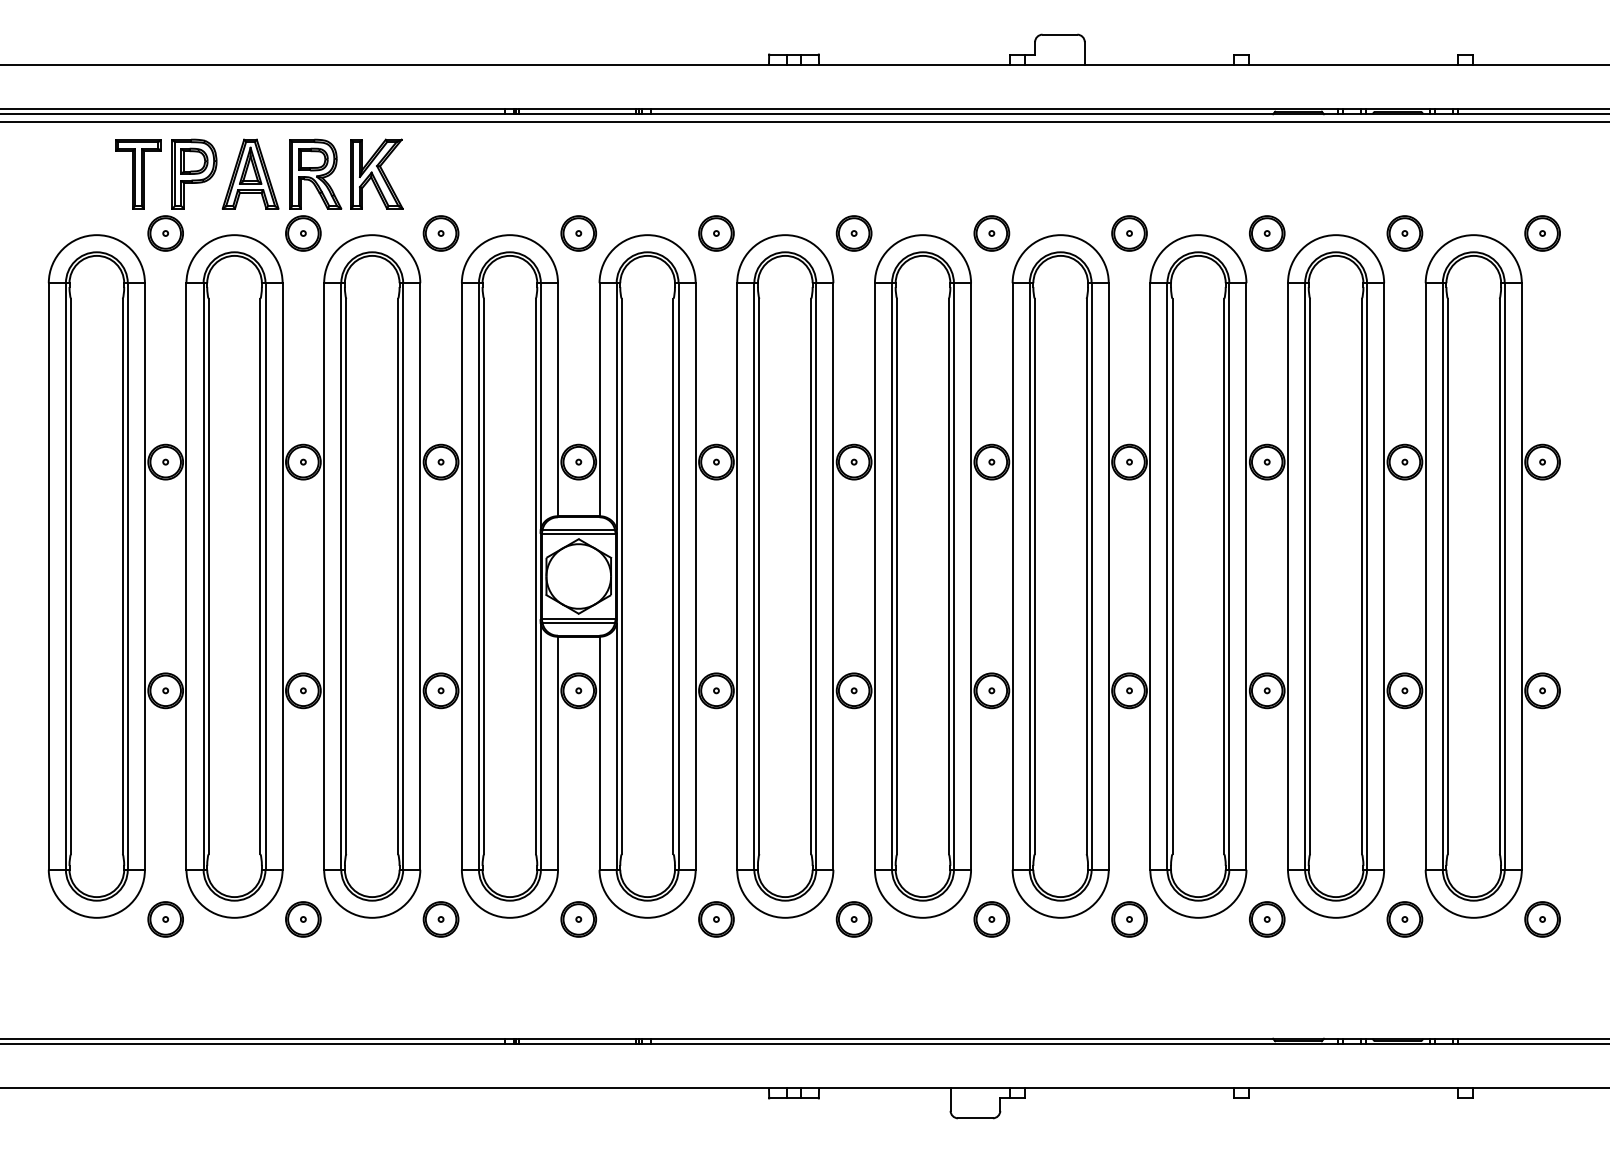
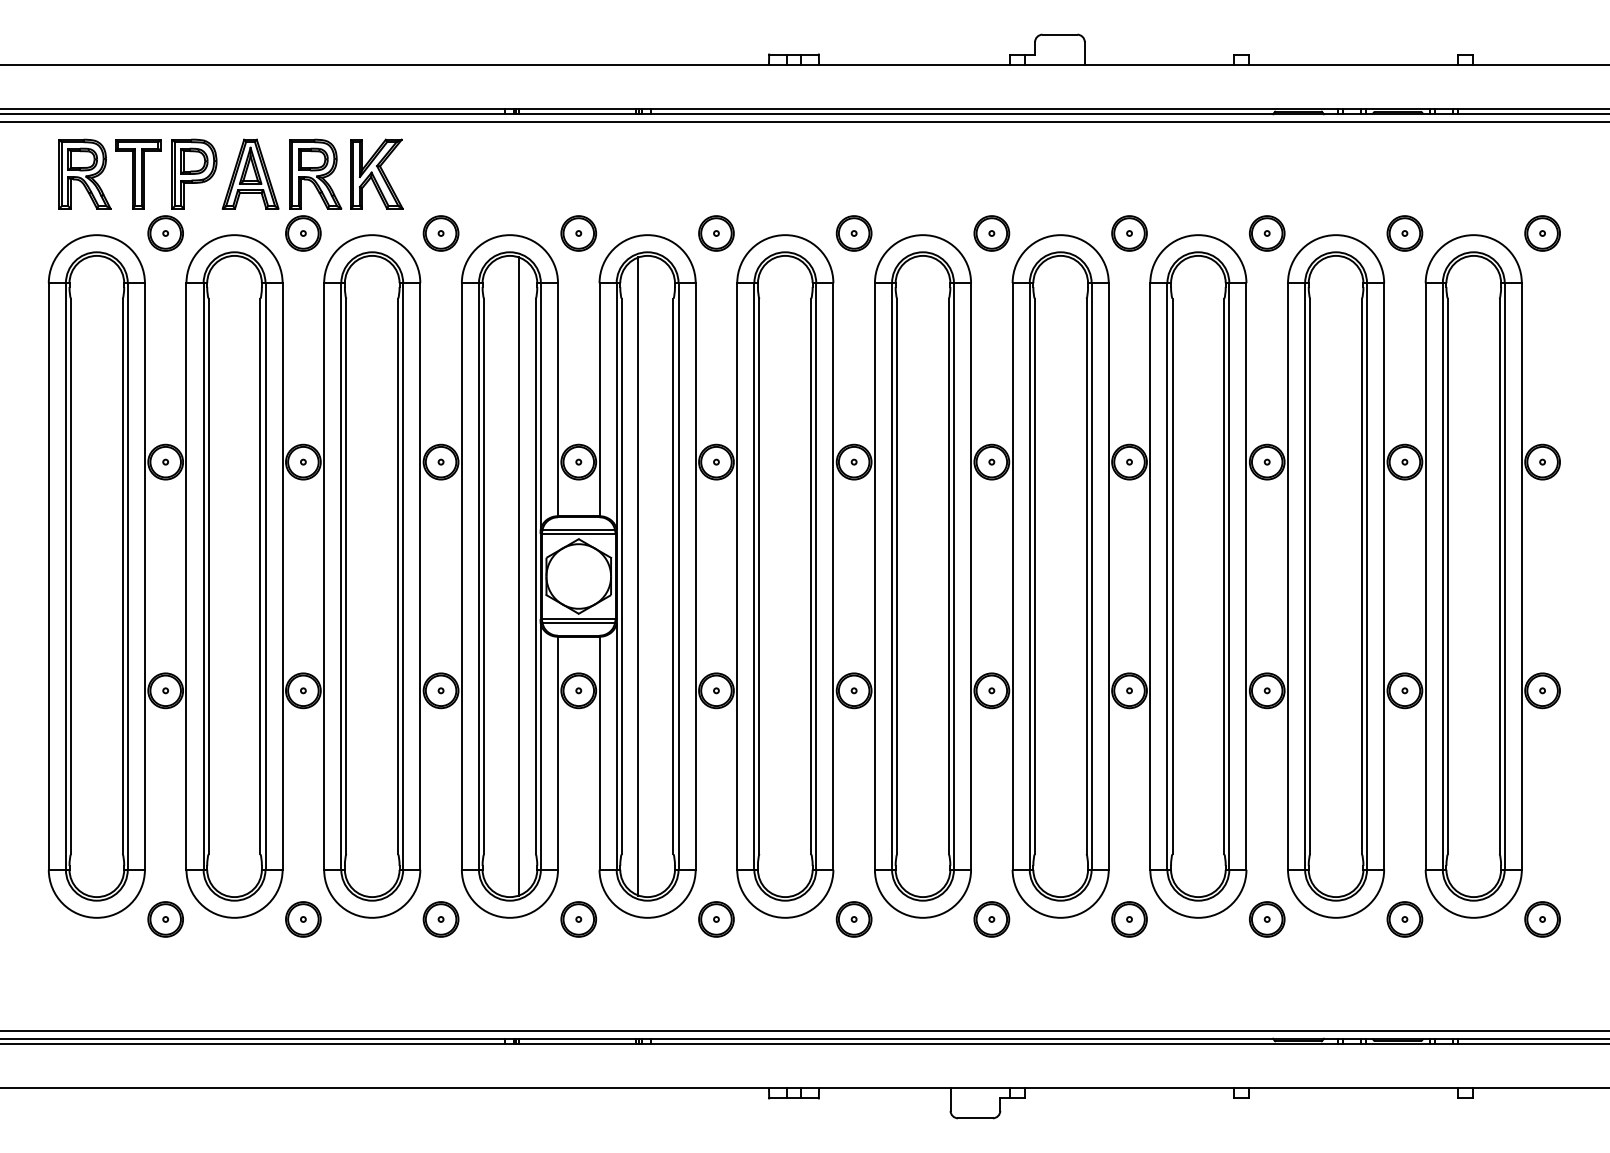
part at (84, 173): none -> present
line at (519, 576): none -> present
line at (638, 576): none -> present
line at (804, 1031): none -> present
